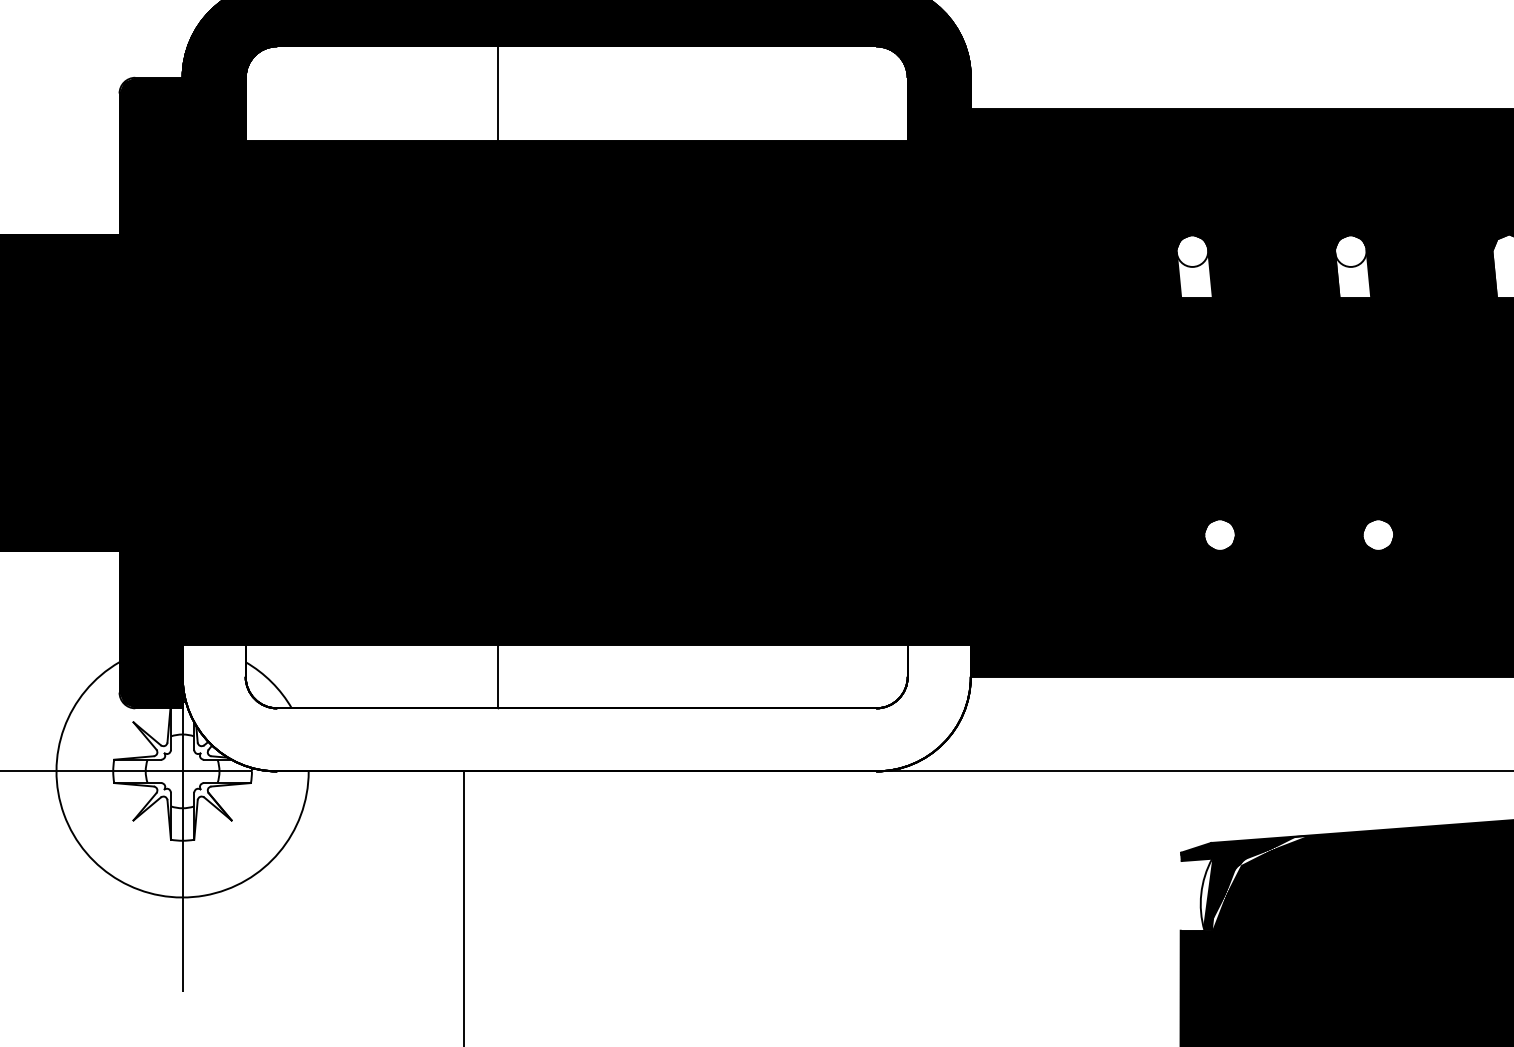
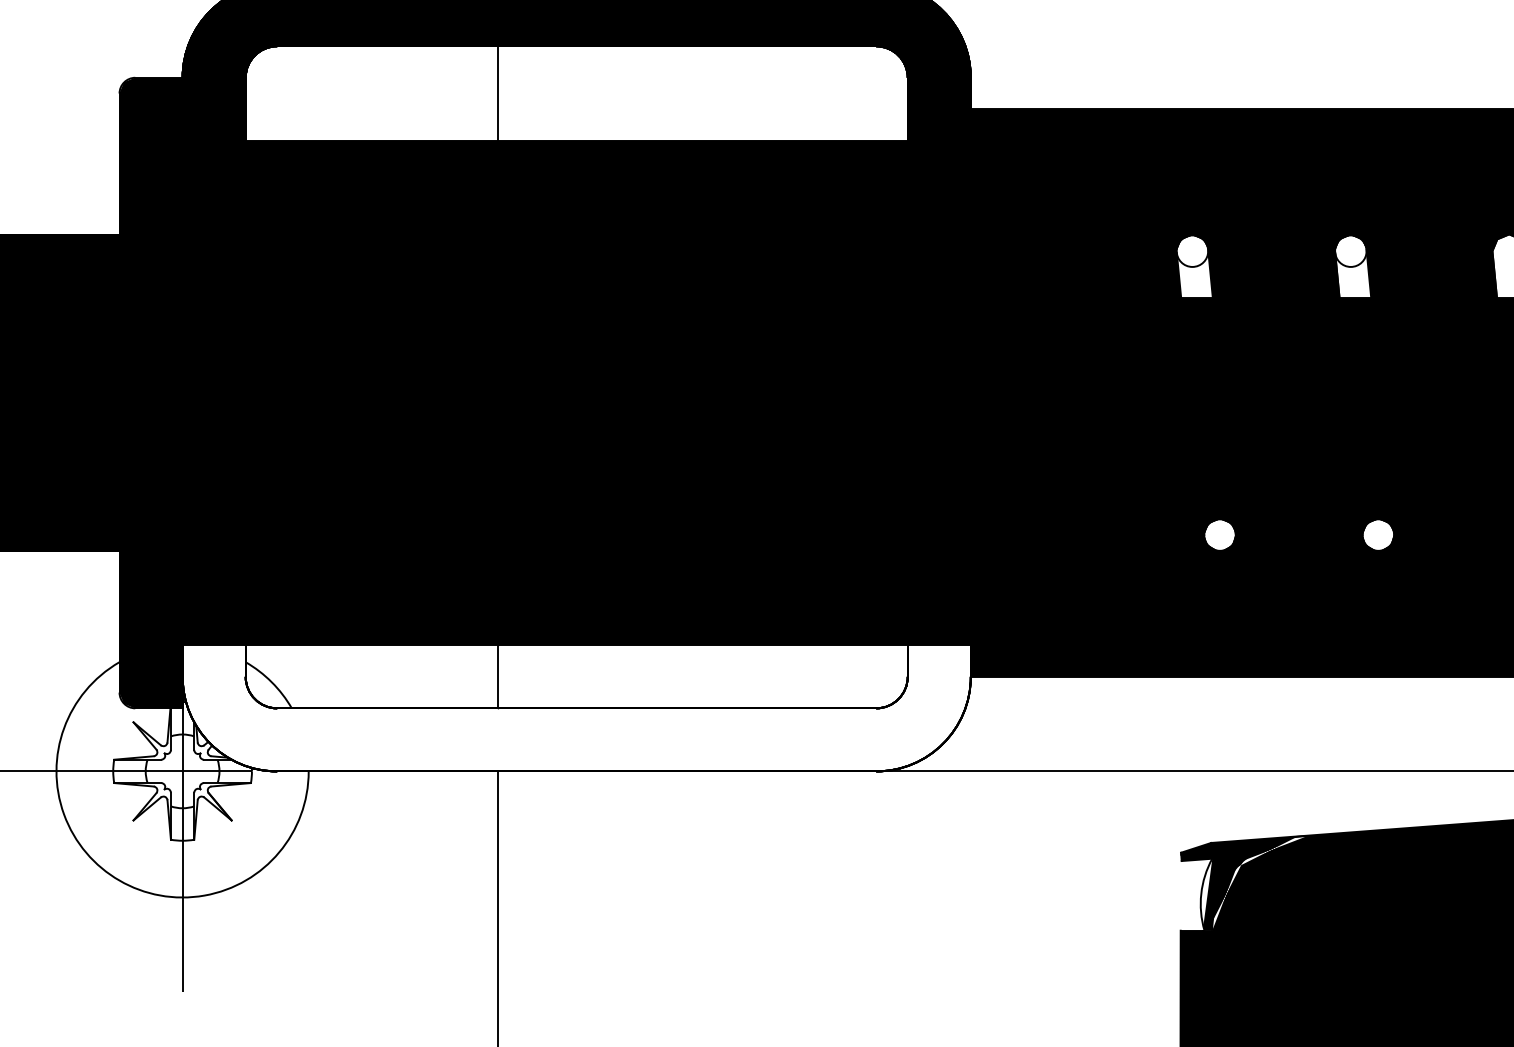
line at (463, 907) position: (463, 907) -> (497, 907)
